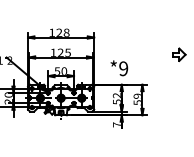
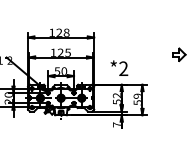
text at (123, 68): *9 -> *2
